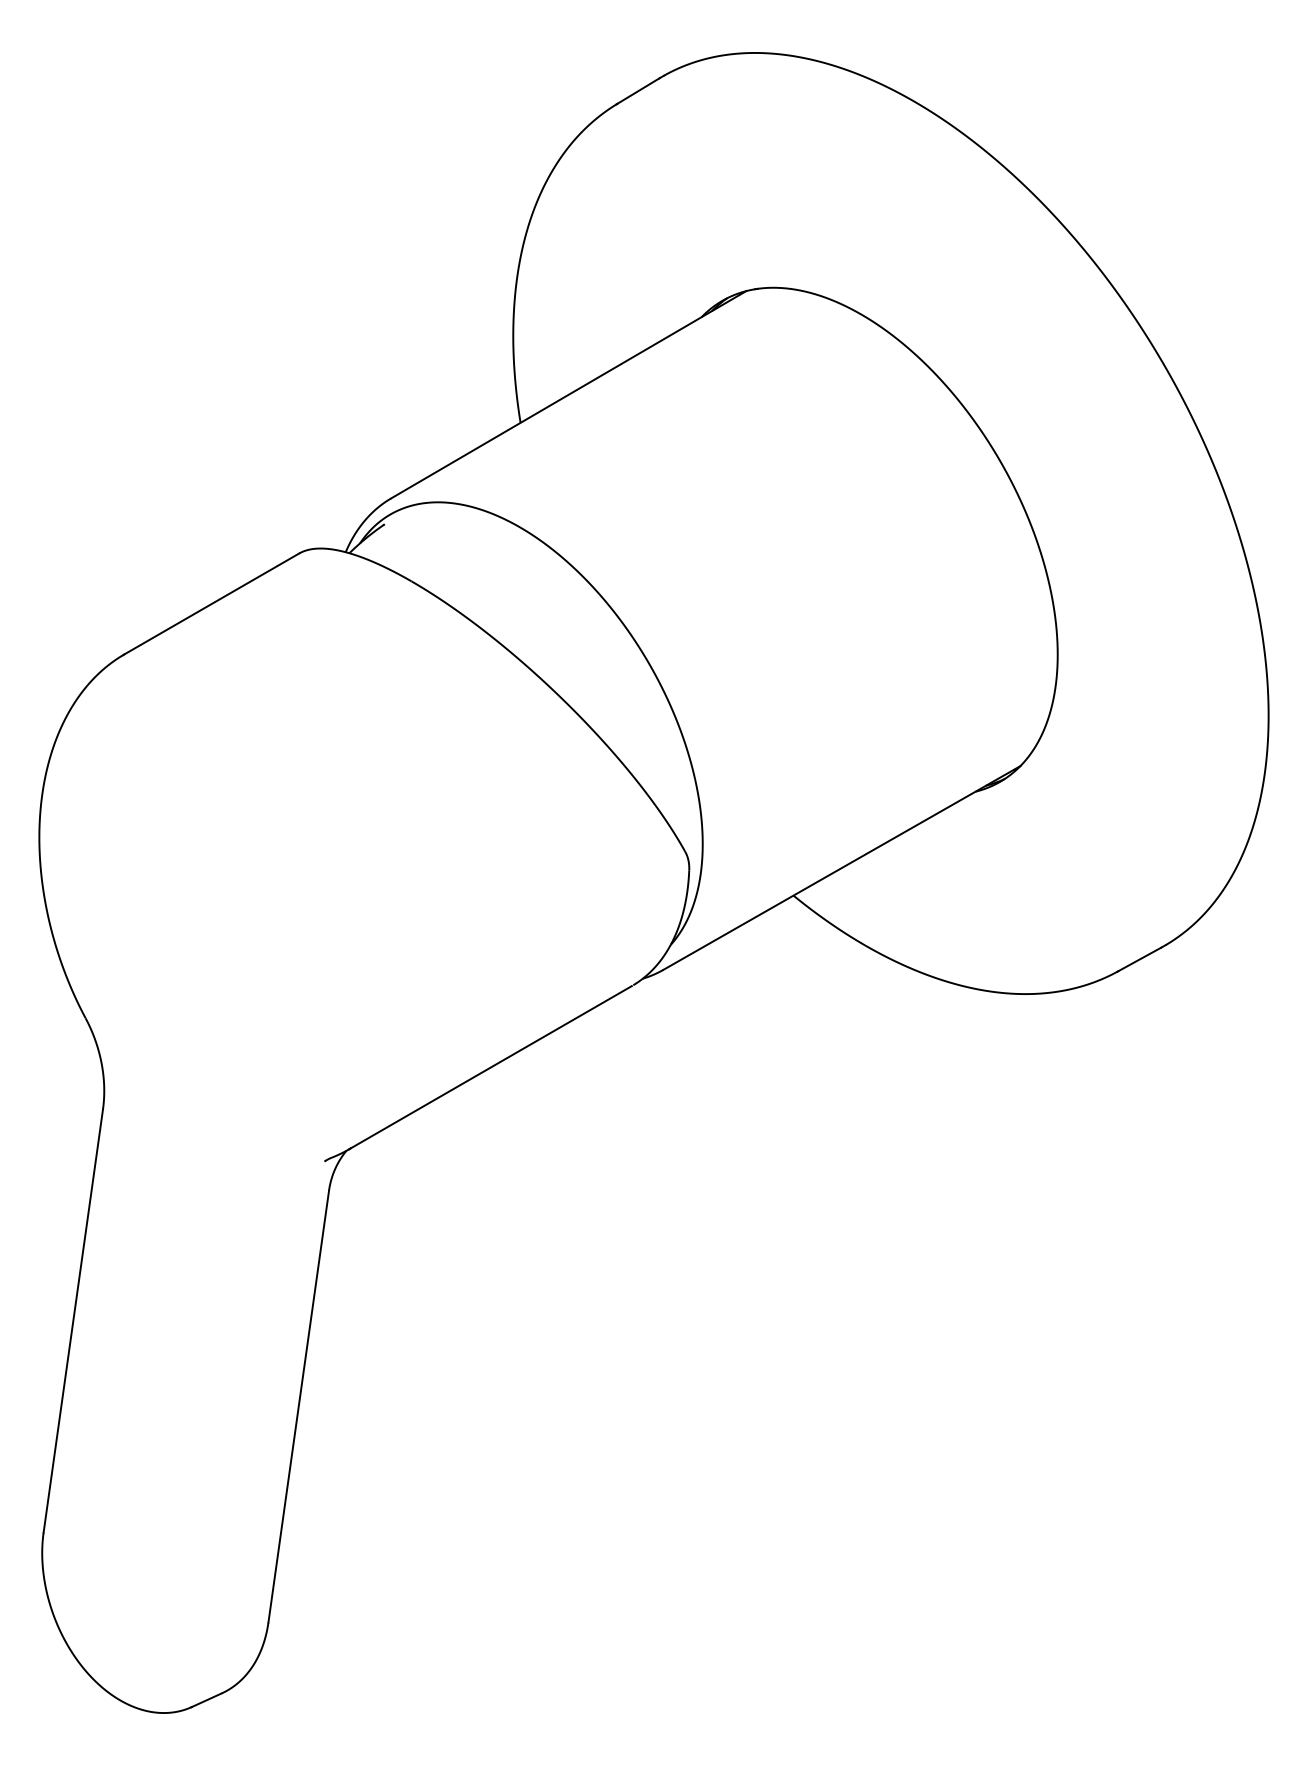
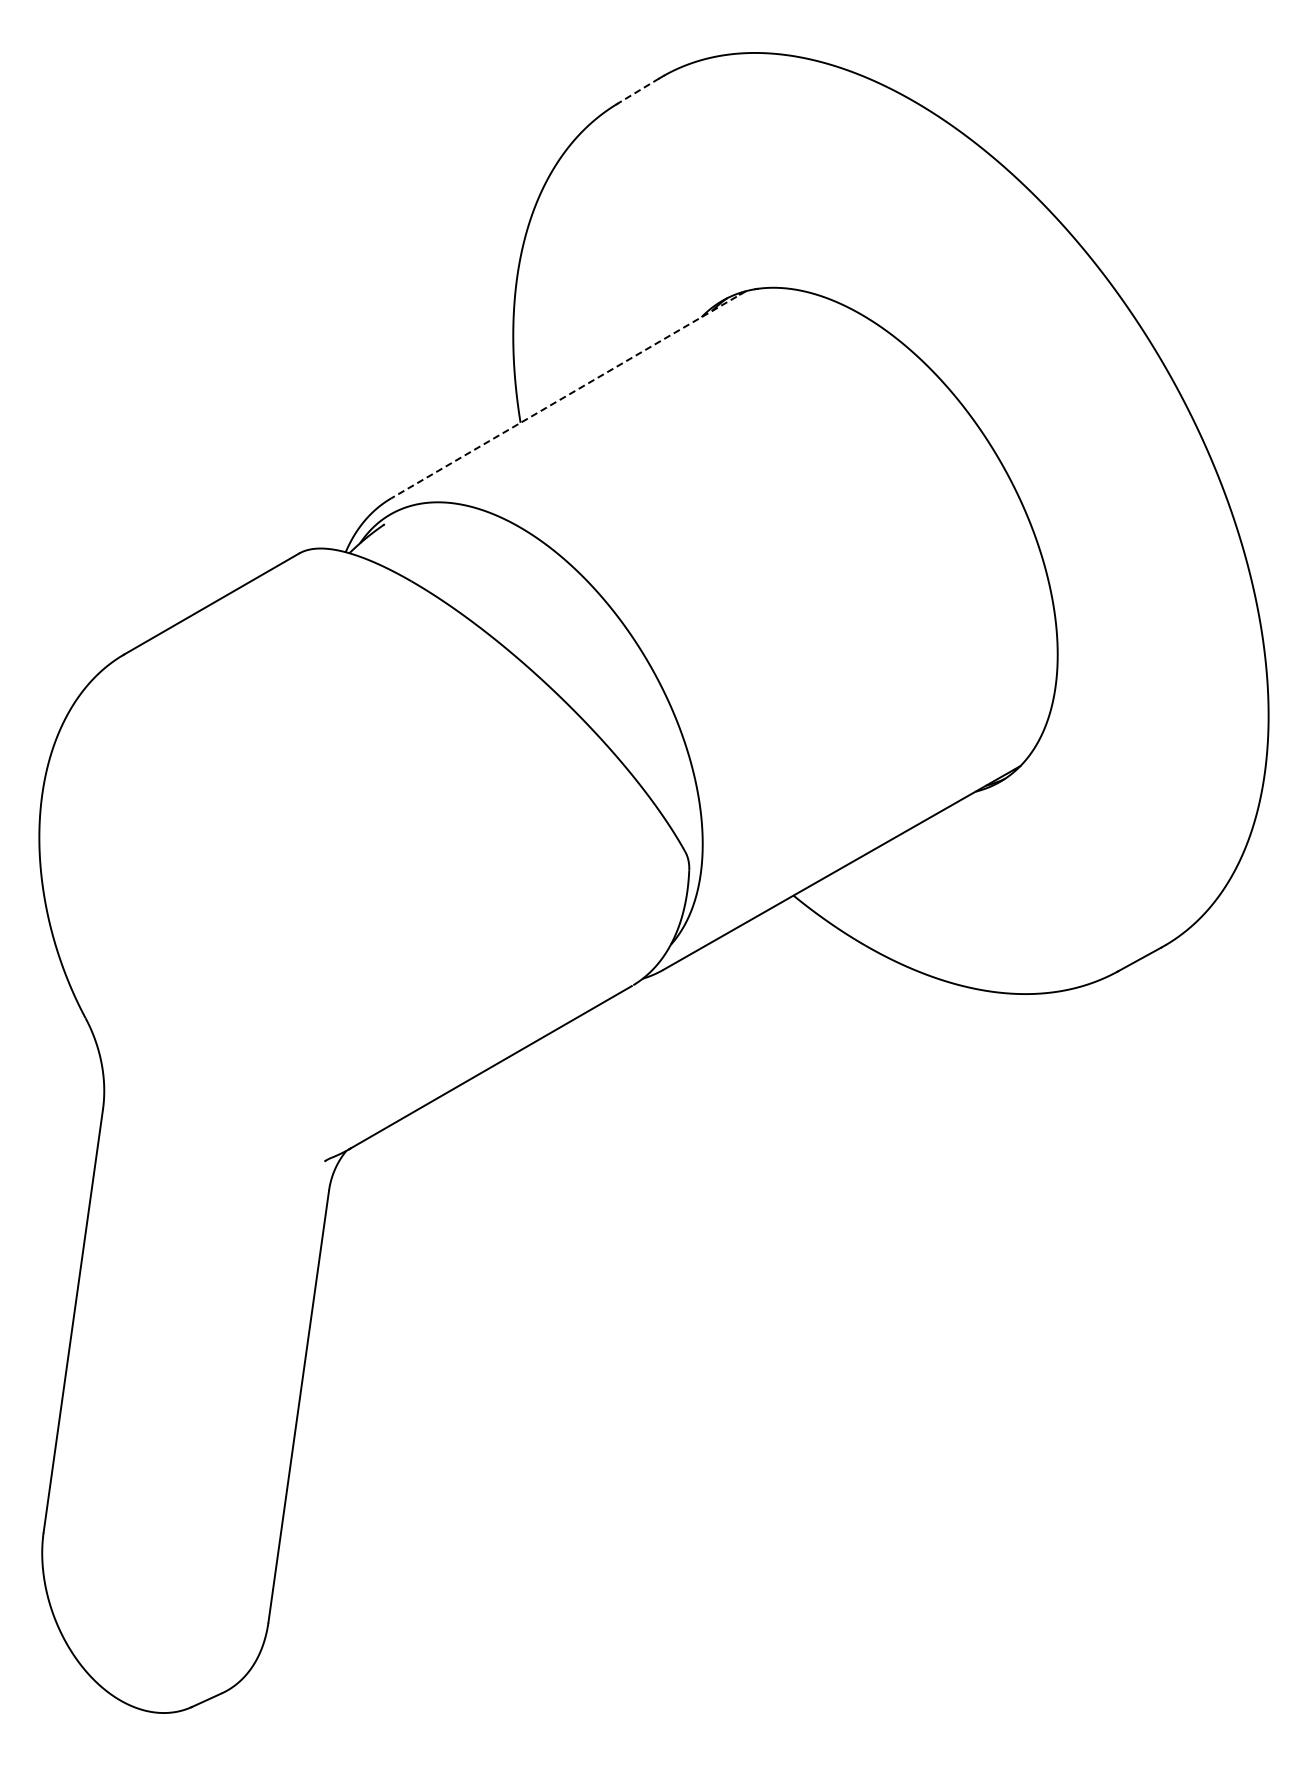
line at (638, 91): solid -> dashed
line at (568, 394): solid -> dashed
